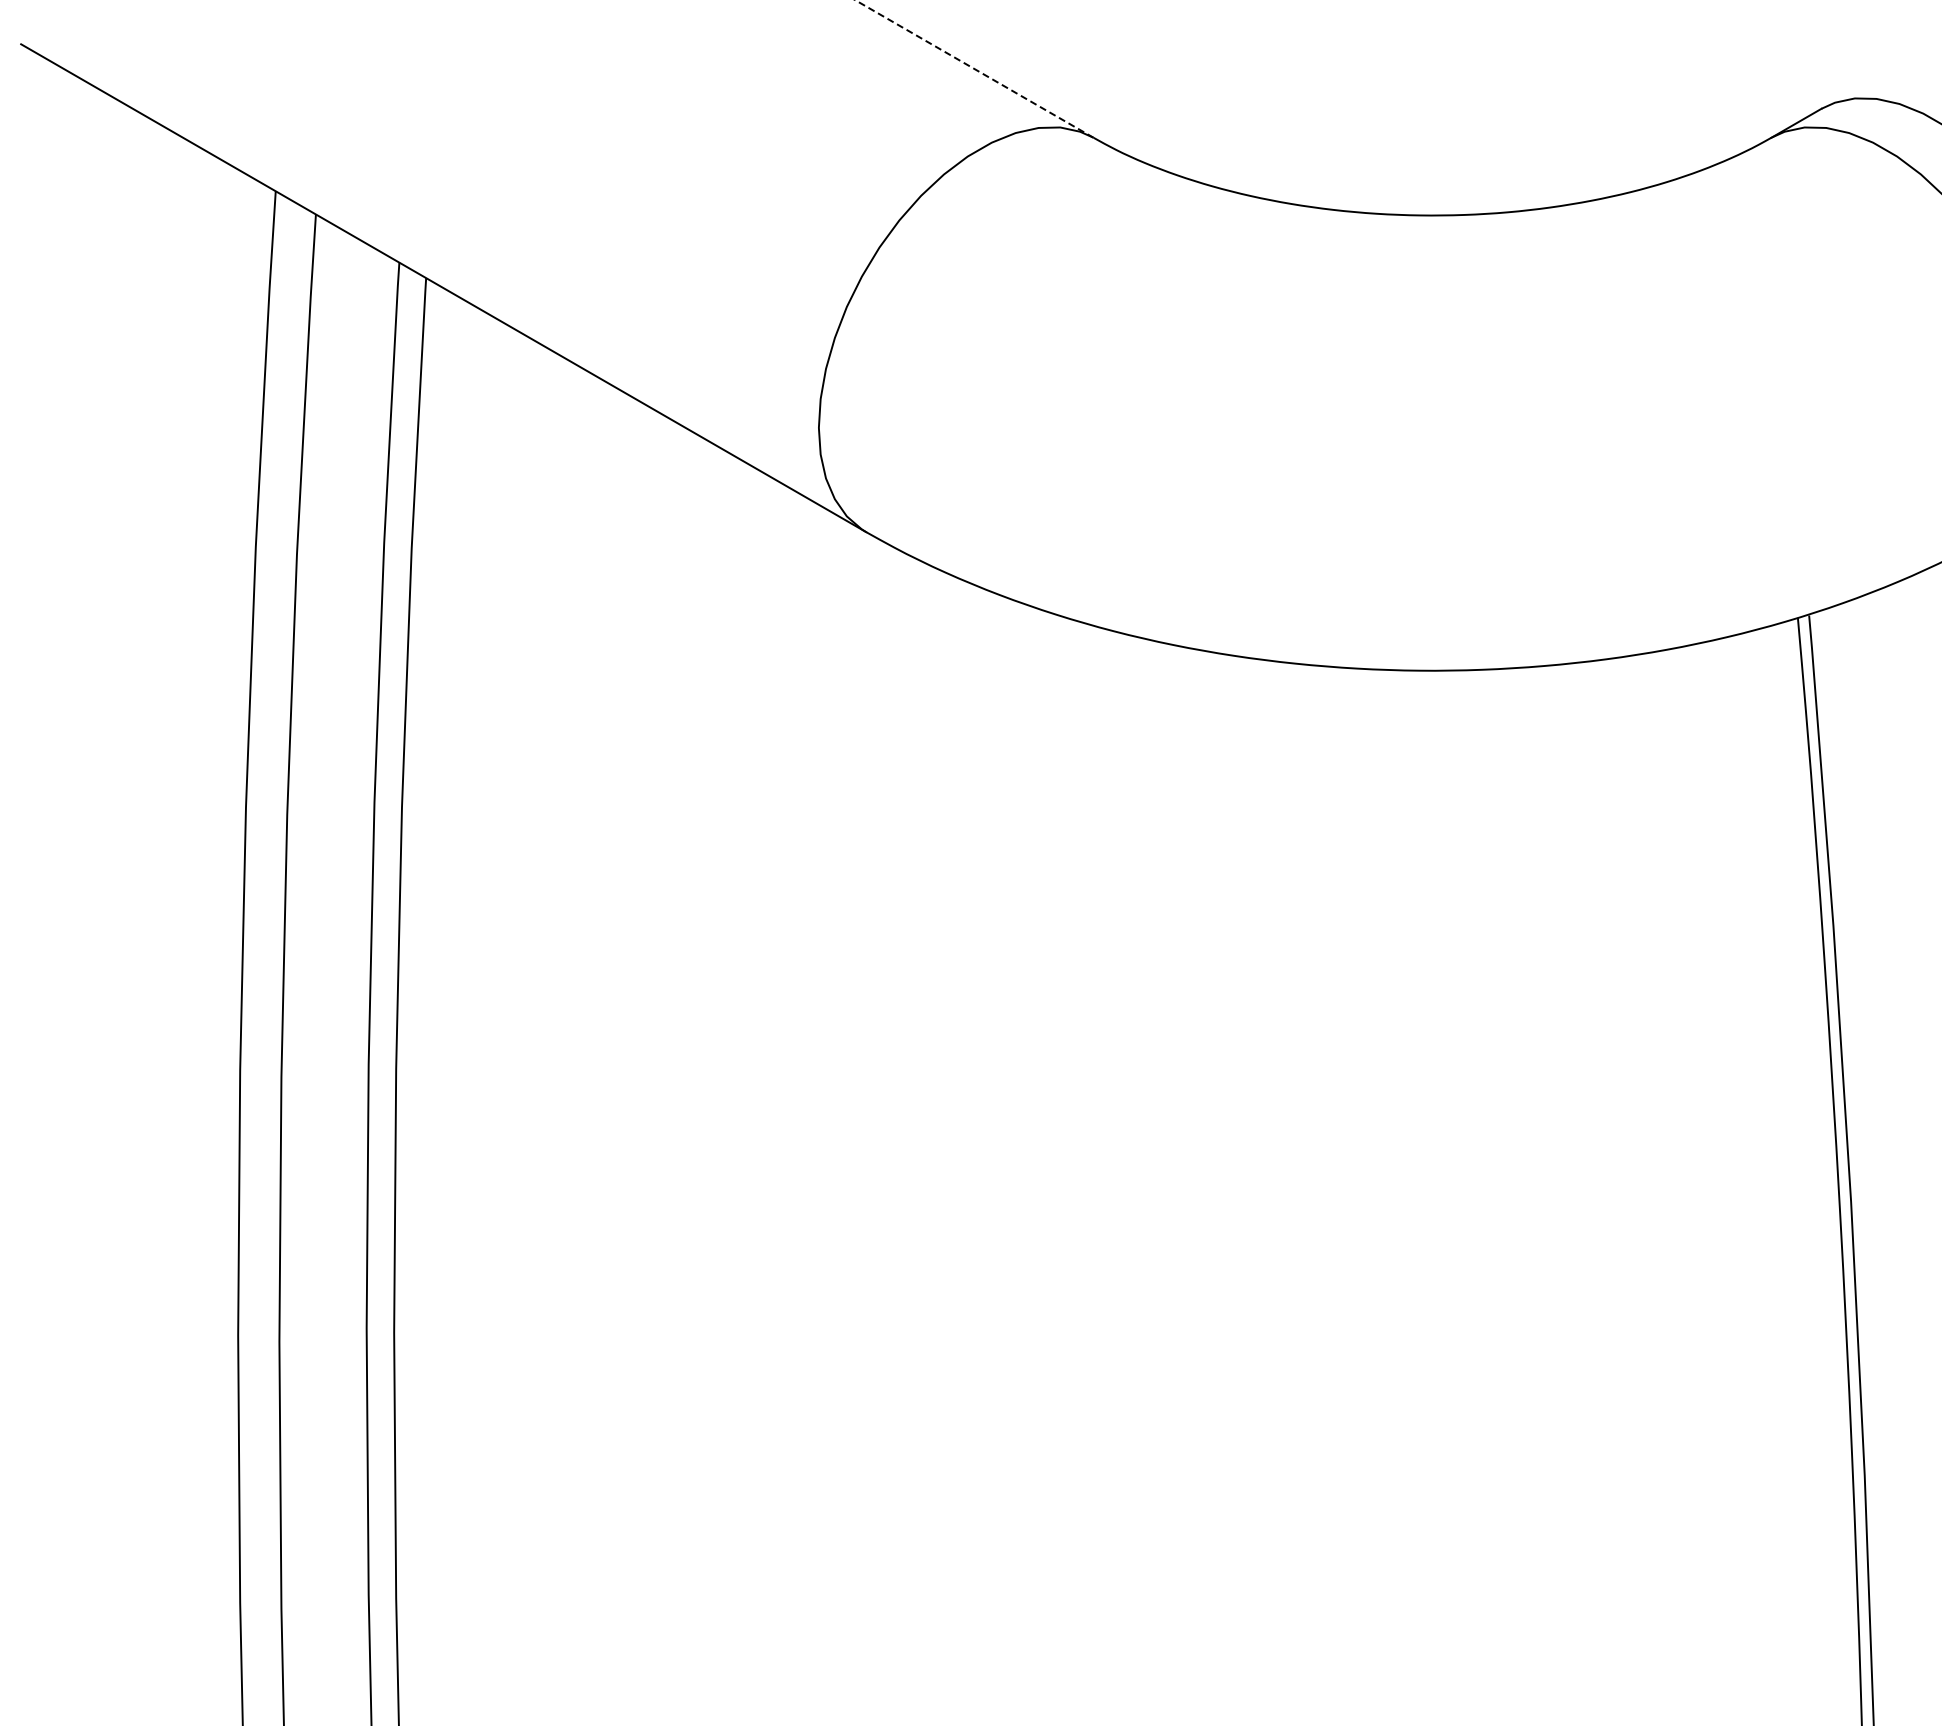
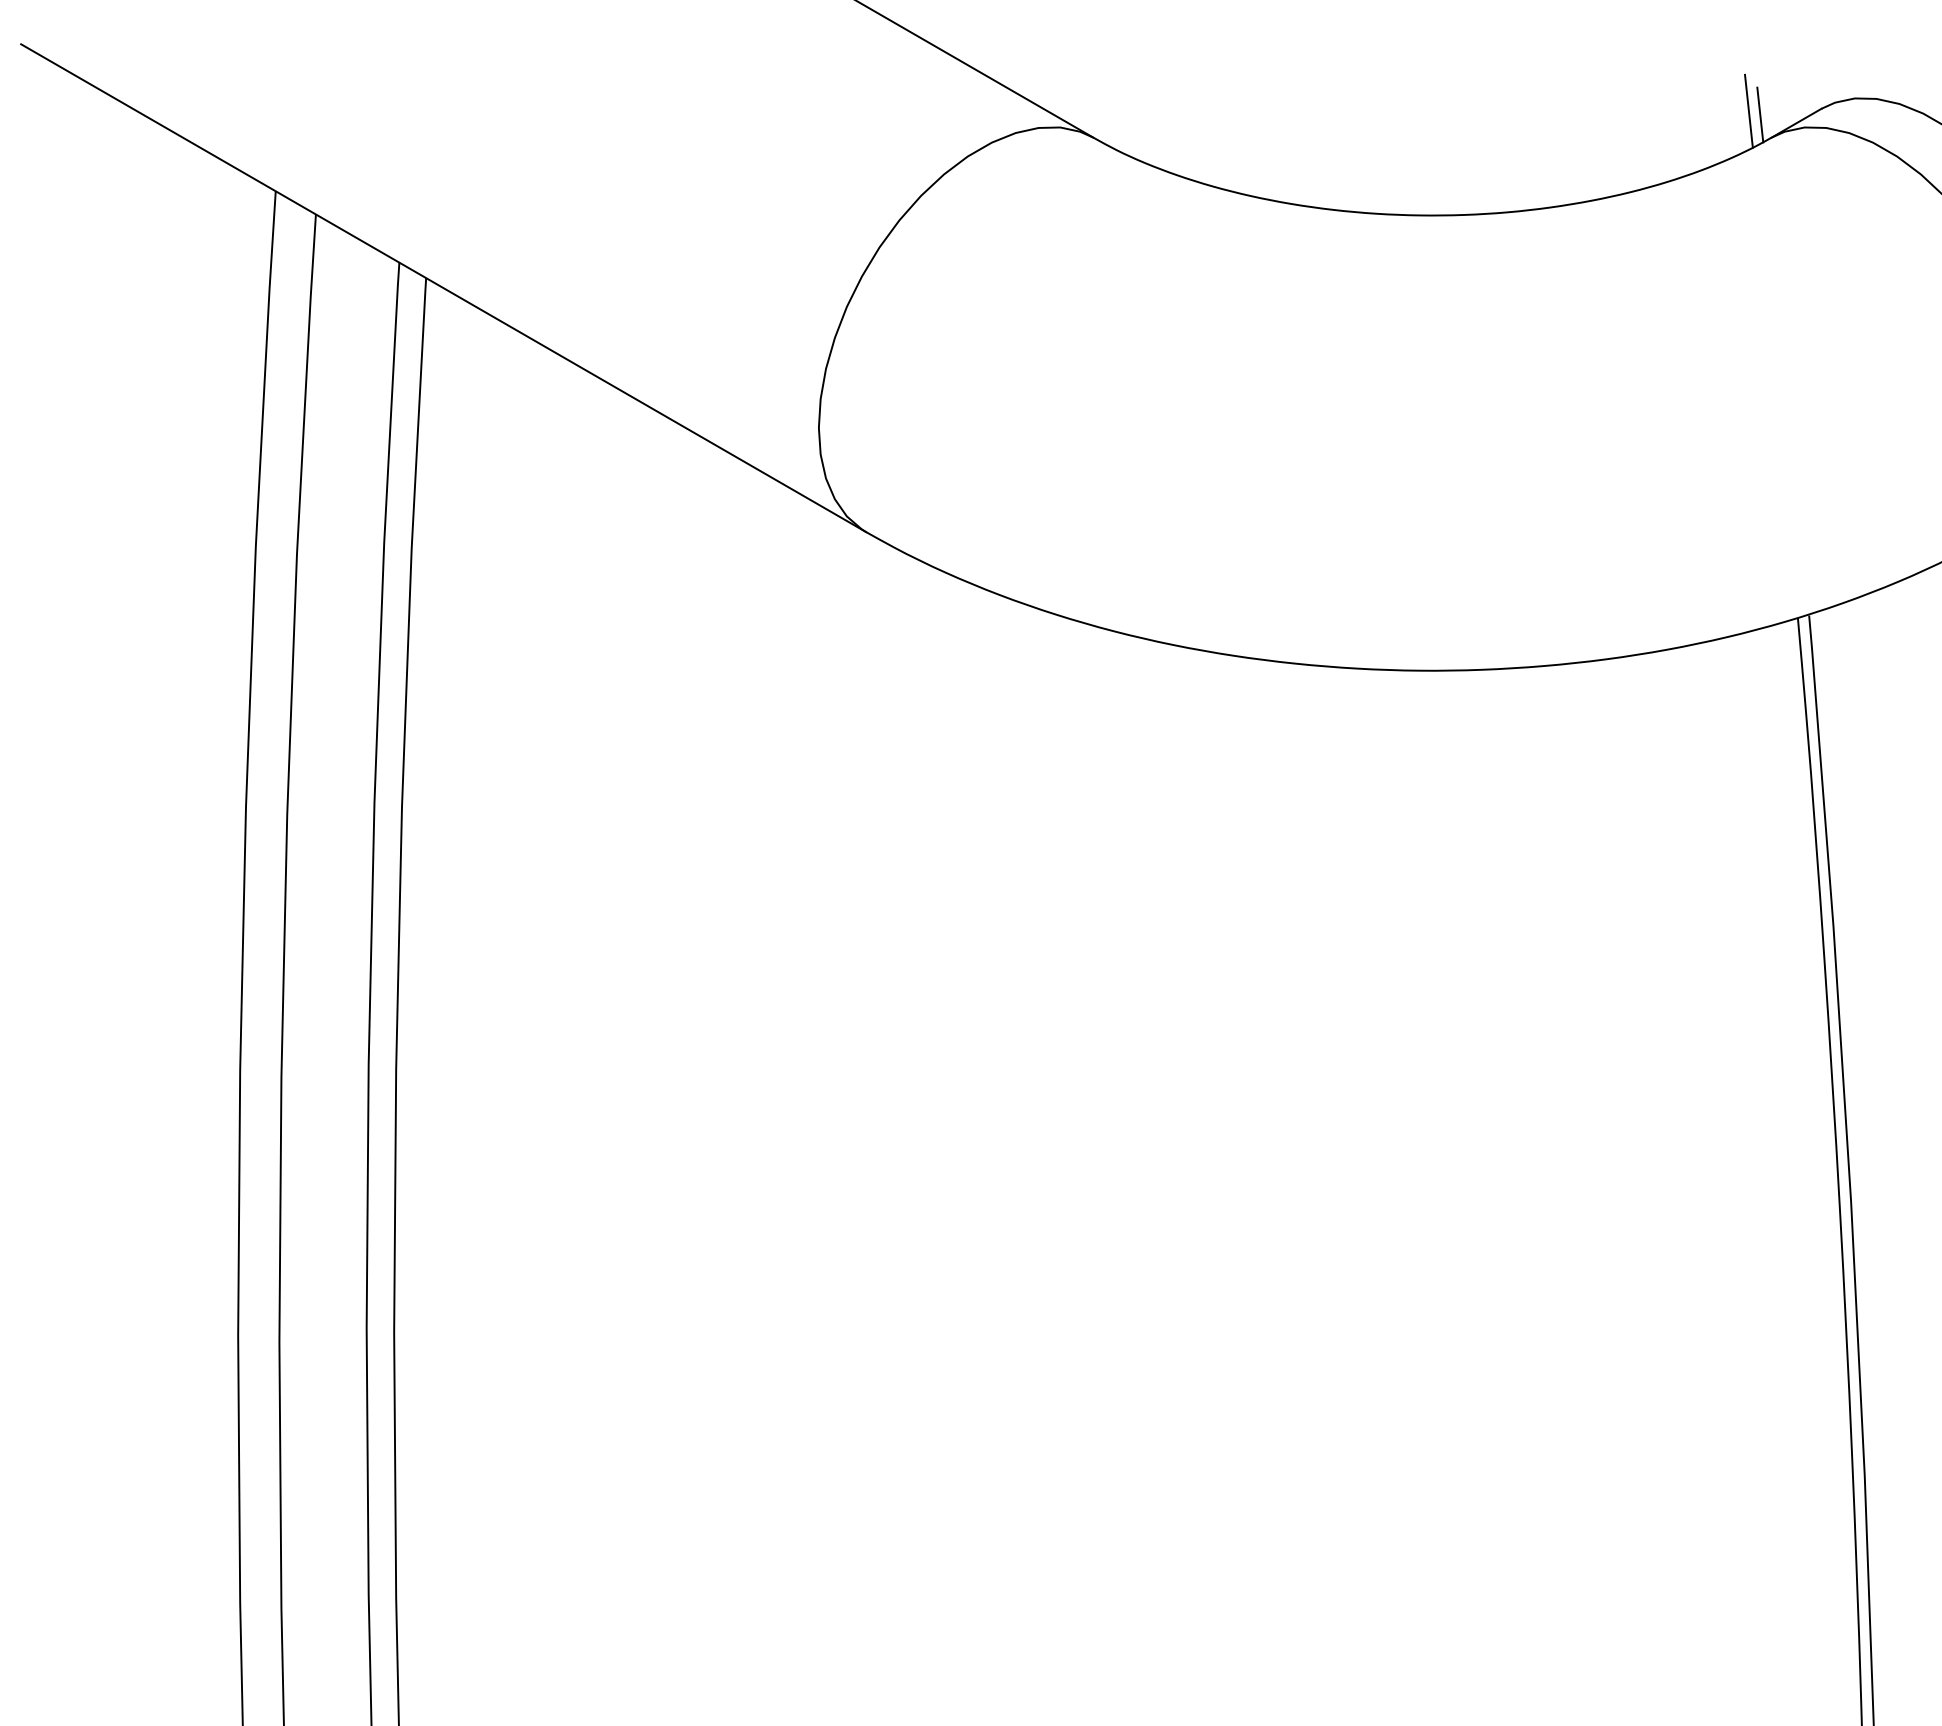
line at (974, 68): dashed -> solid
line at (1748, 110): none -> present
line at (1760, 114): none -> present
